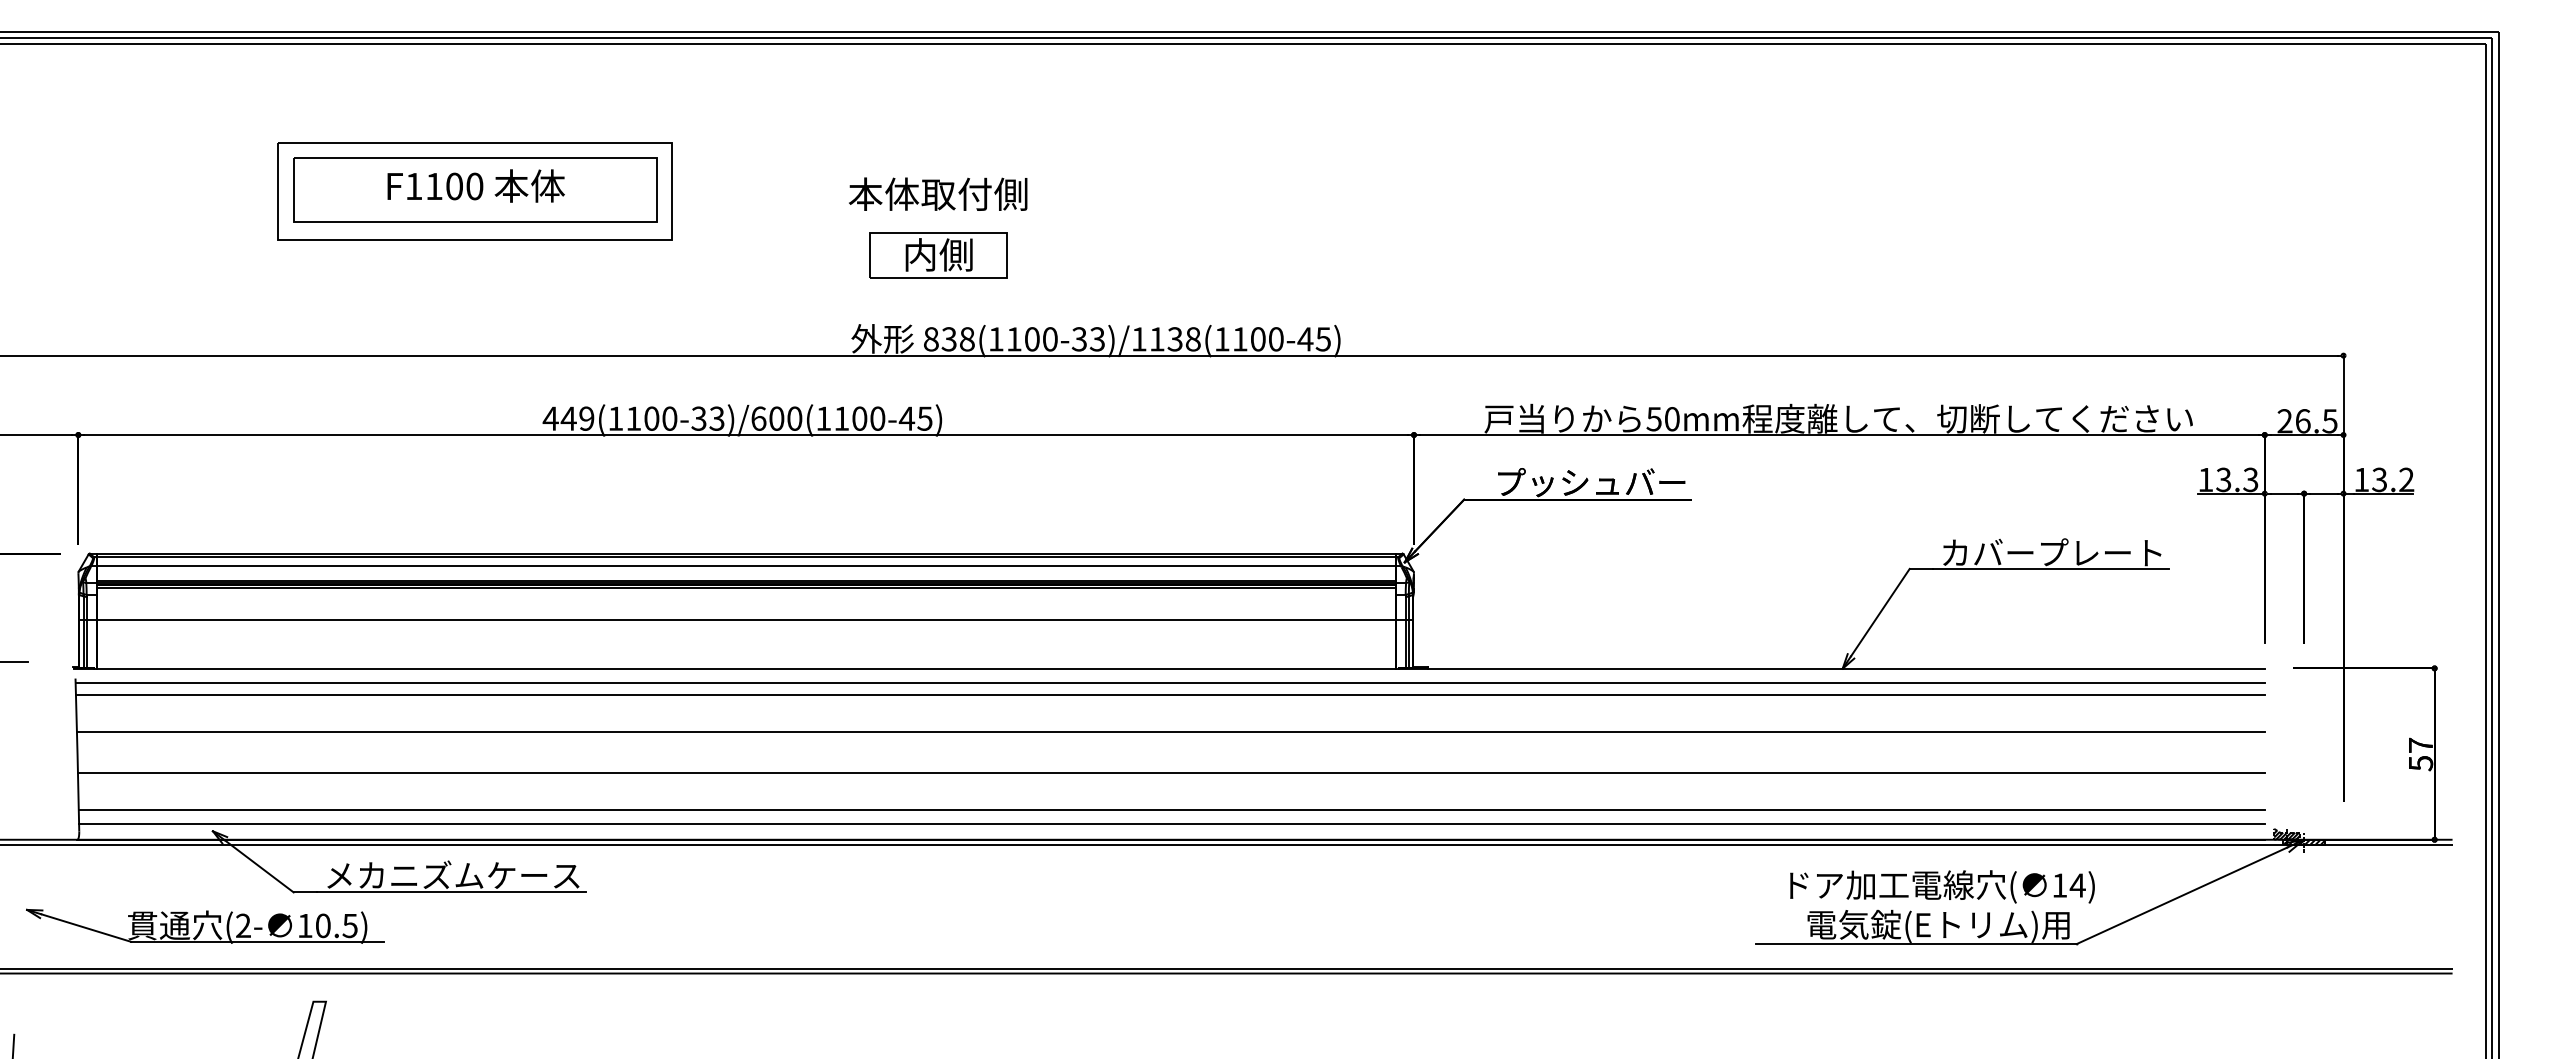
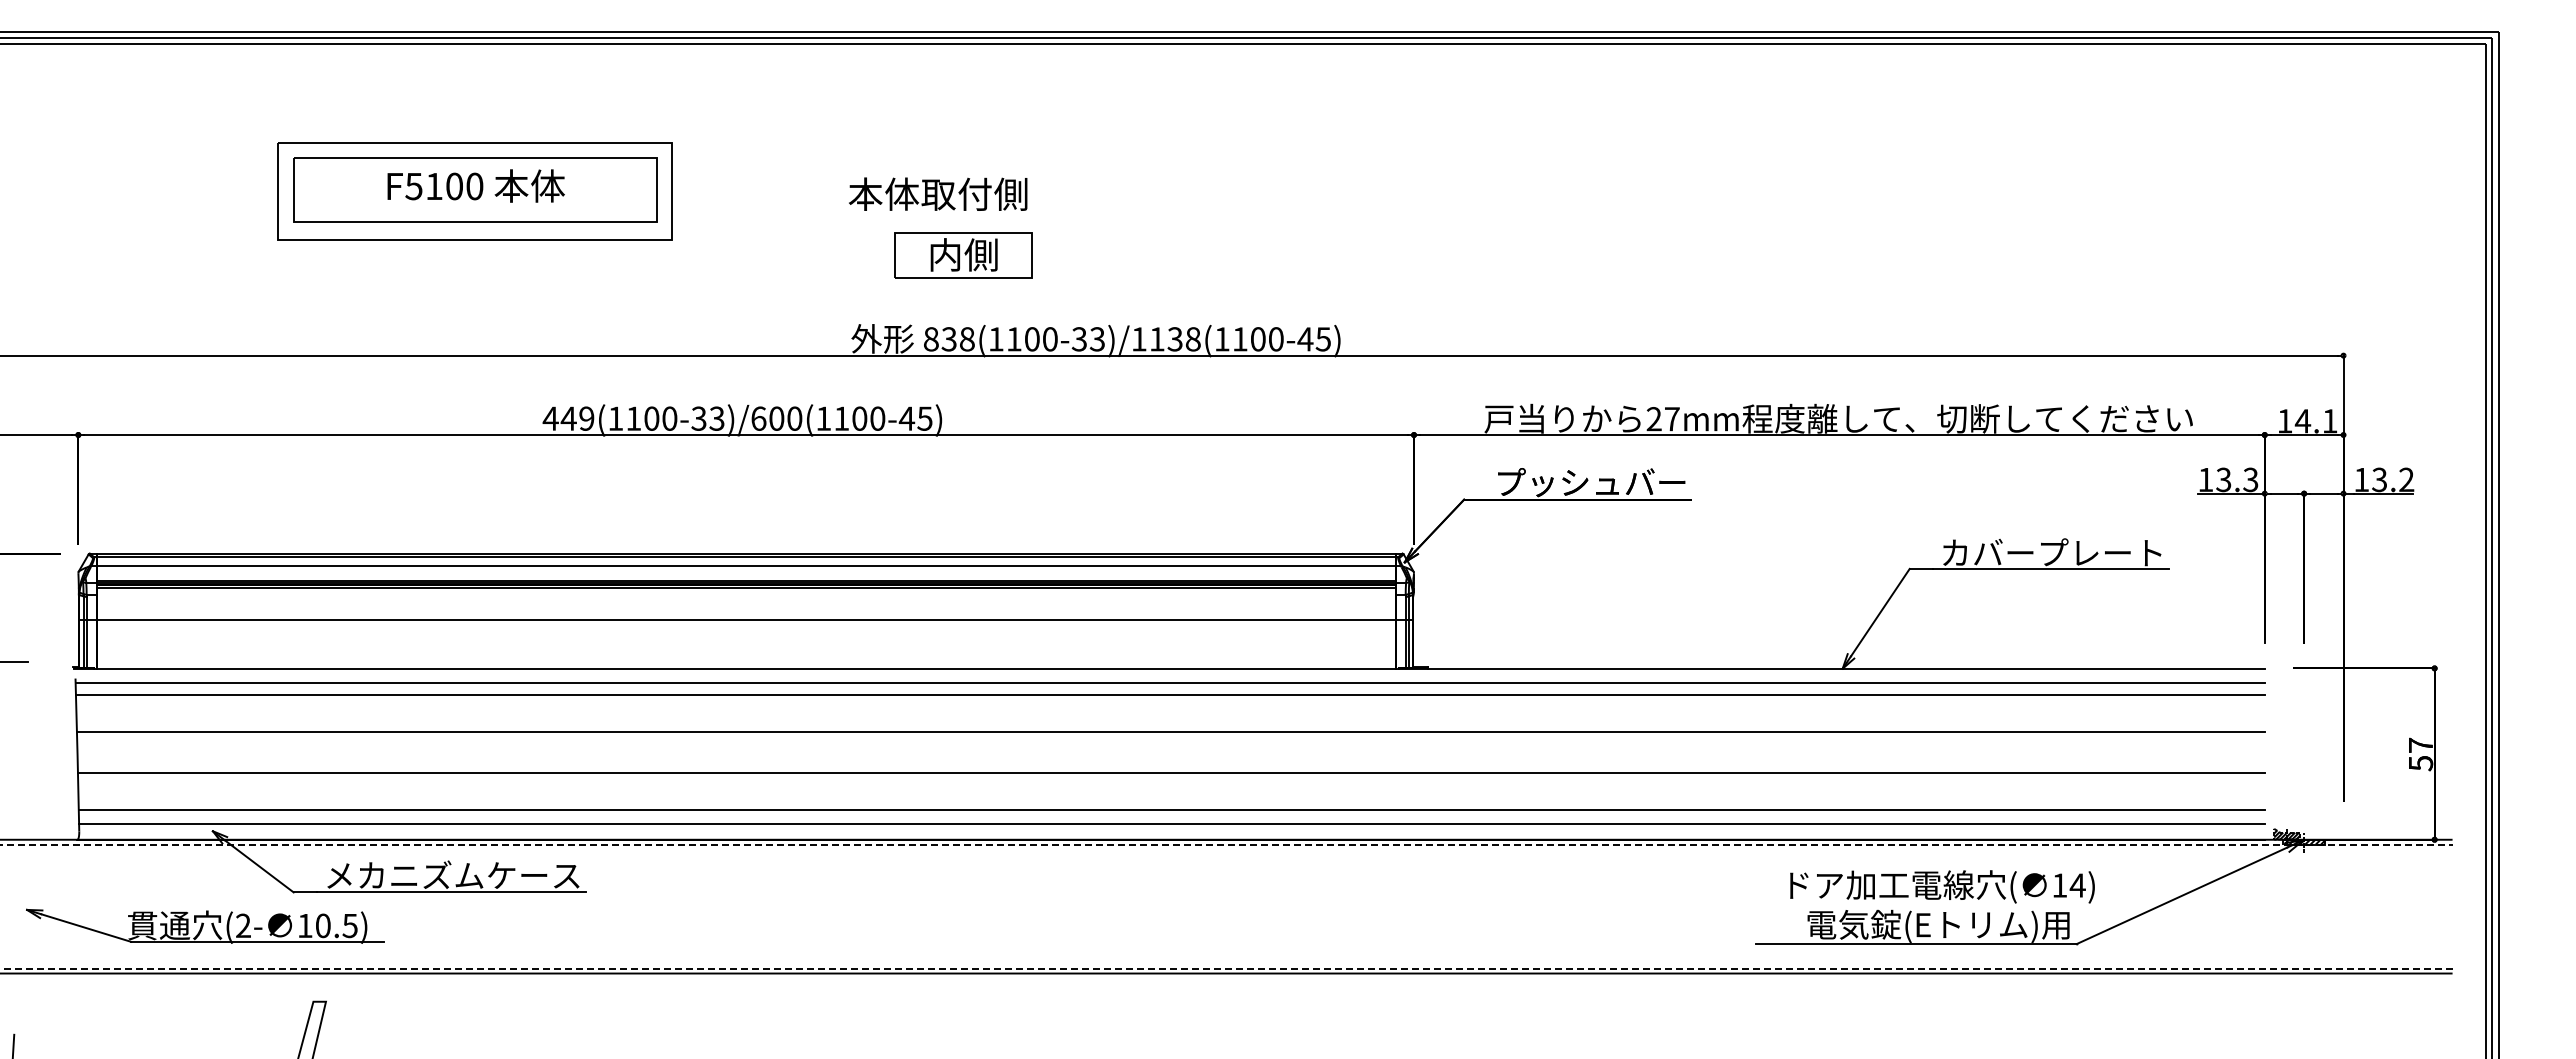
text at (413, 186): F1100 -> F5100
part at (938, 255) position: (938, 255) -> (963, 255)
text at (1662, 419): 50mm -> 27mm
text at (2307, 421): 26.5 -> 14.1
line at (0, 844): solid -> dashed
